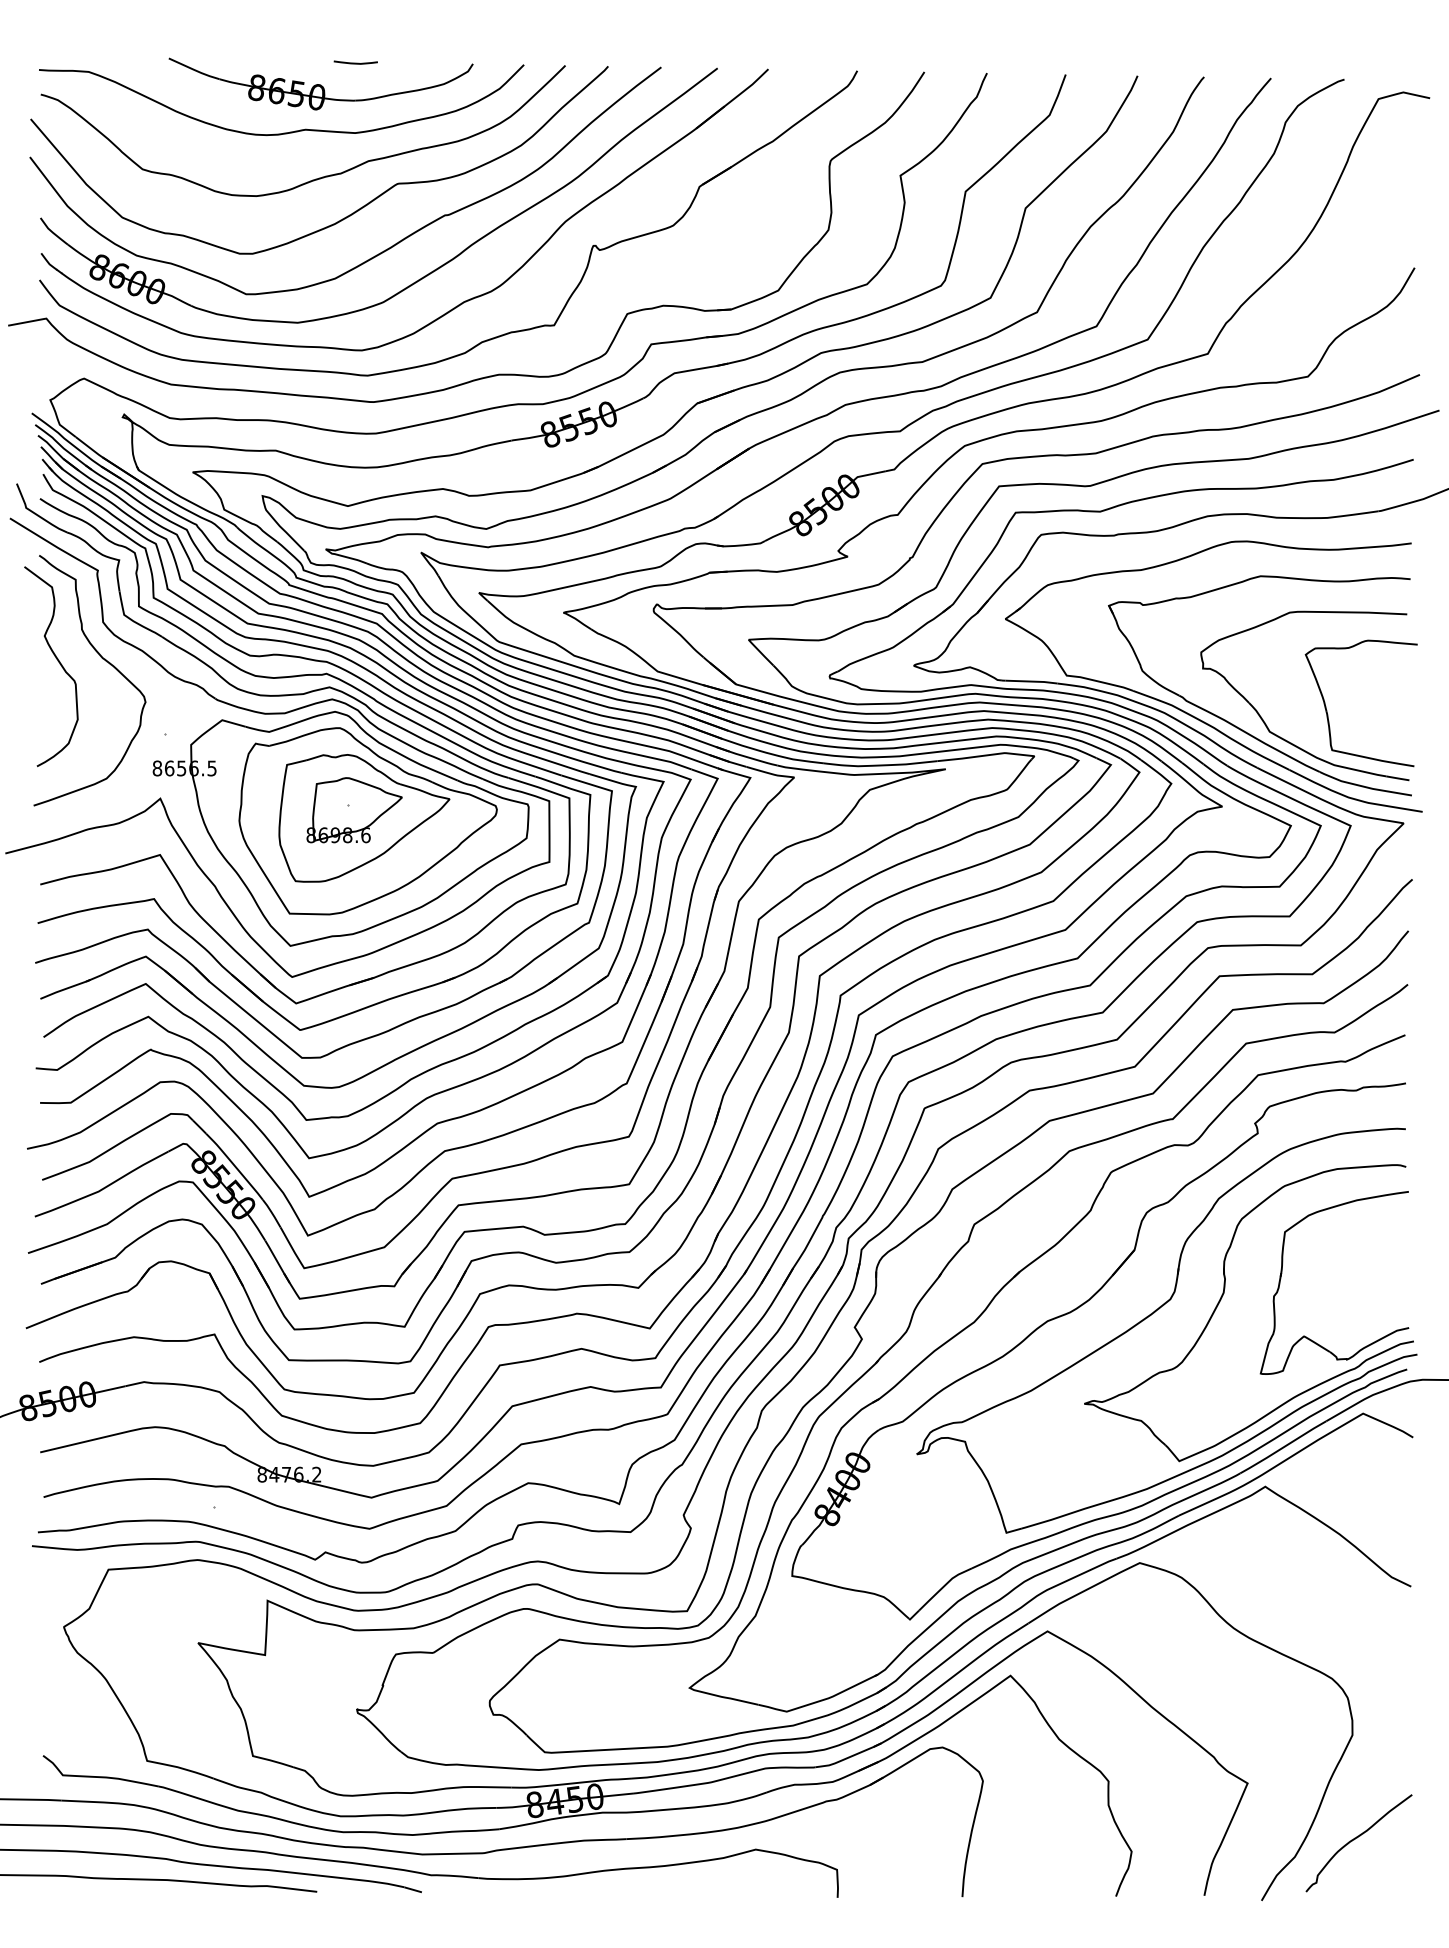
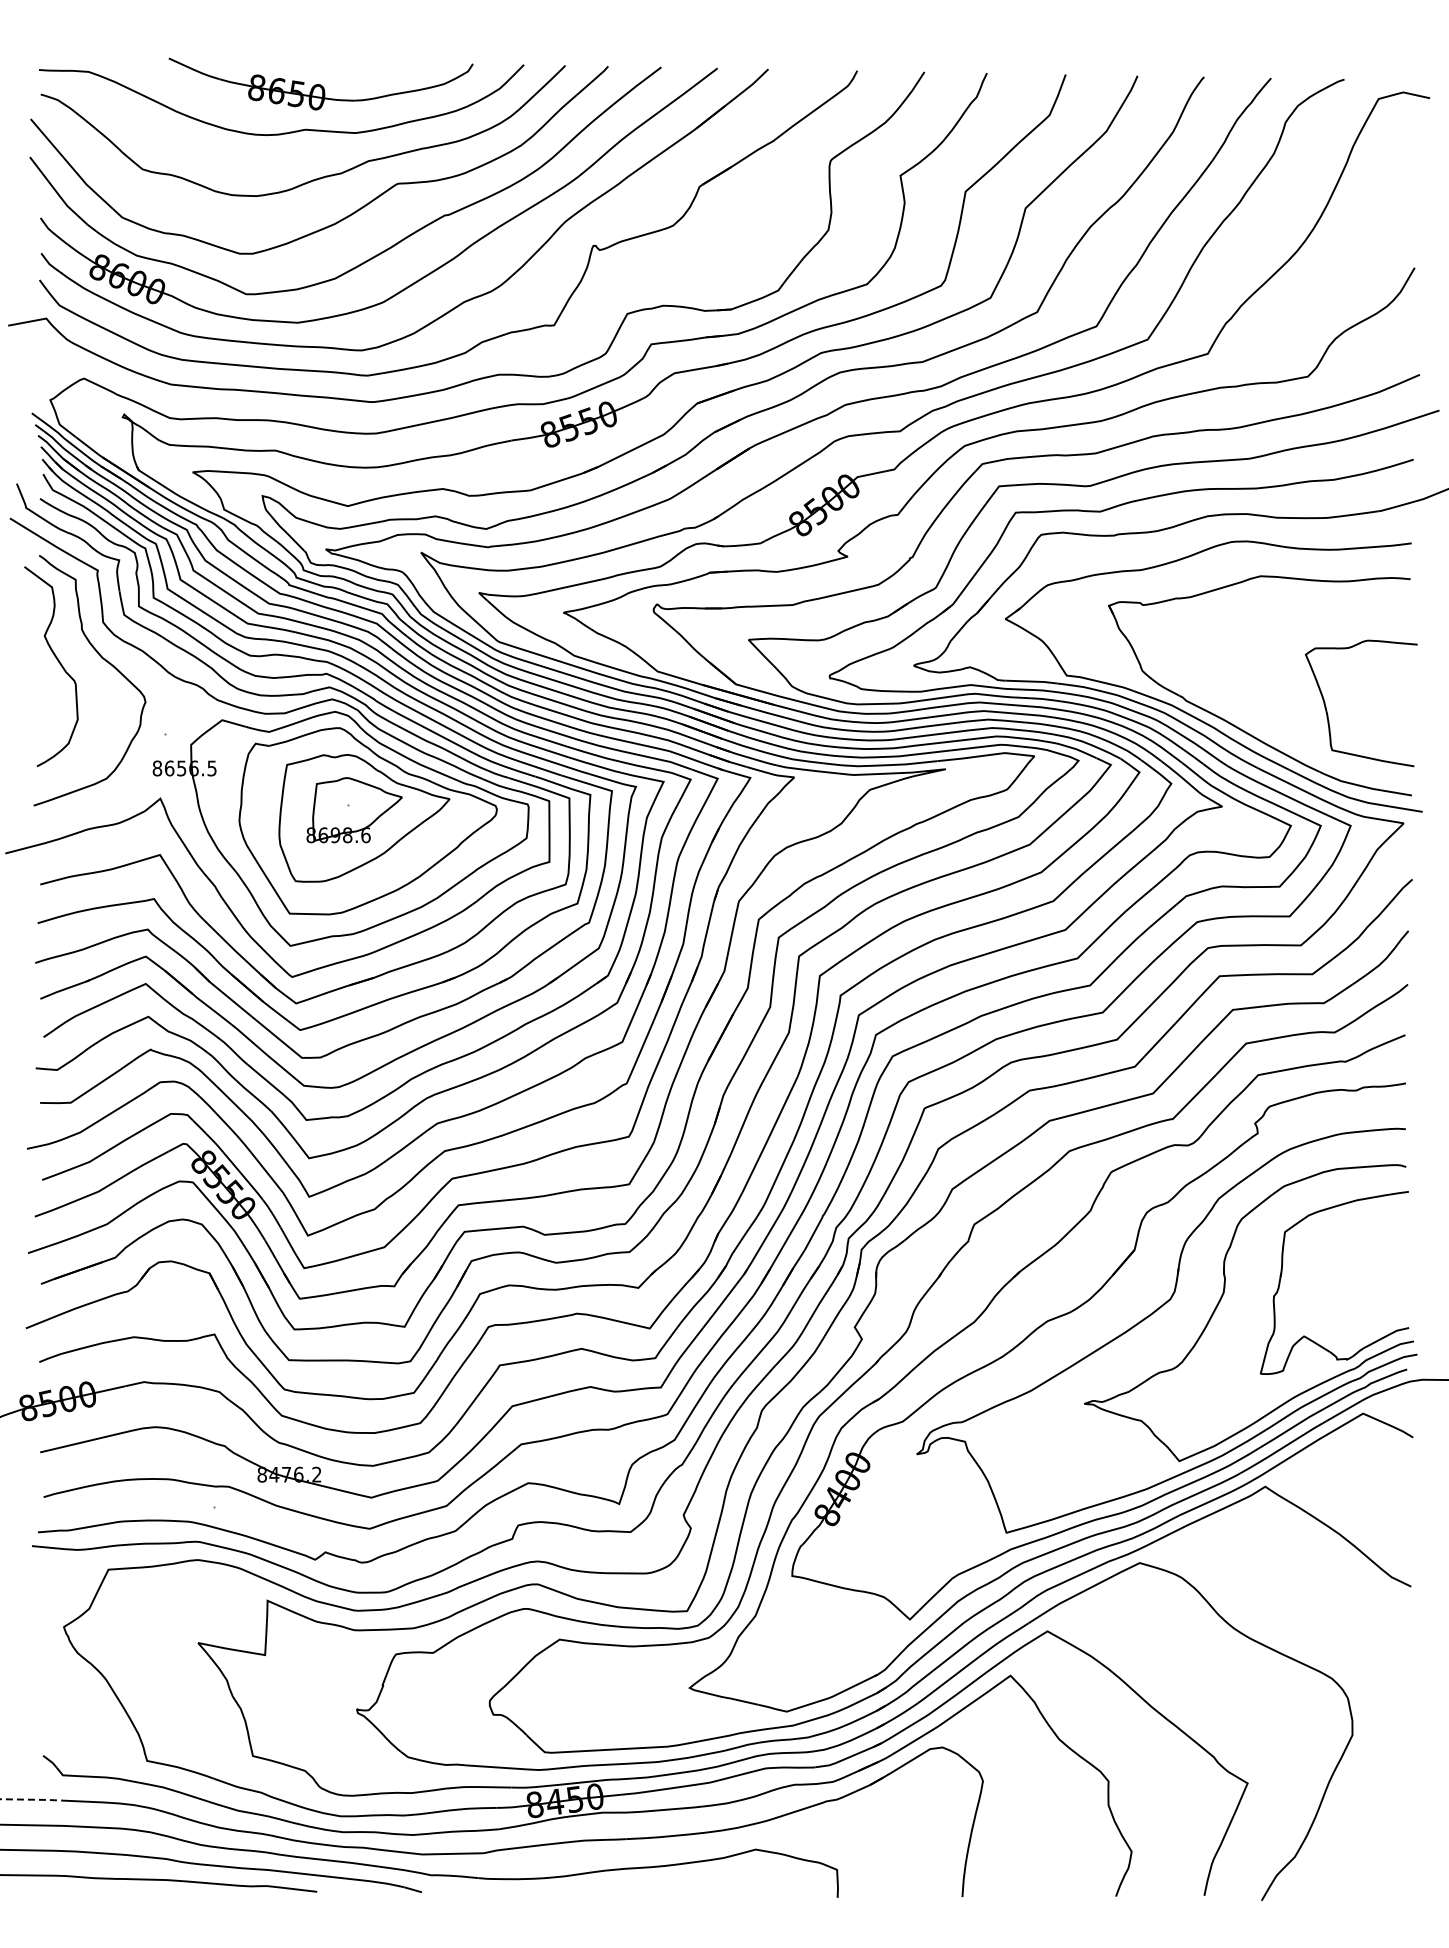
curve at (355, 62): present -> none
part at (1282, 737): present -> none
line at (32, 1799): solid -> dashed
curve at (1355, 1839): present -> none
